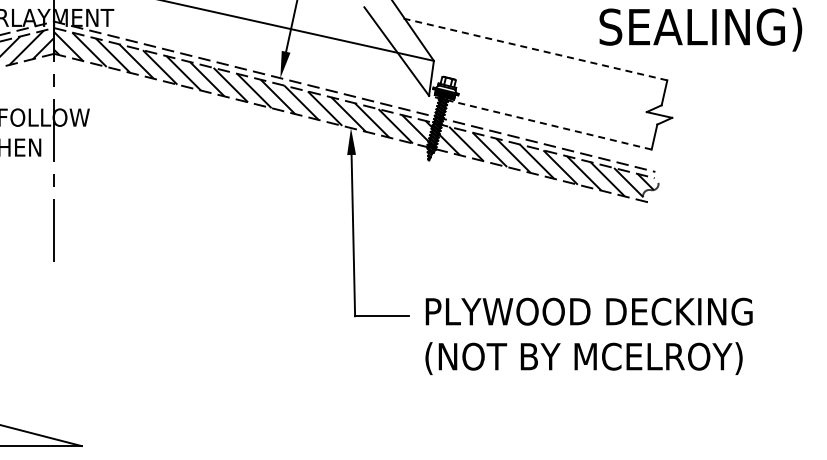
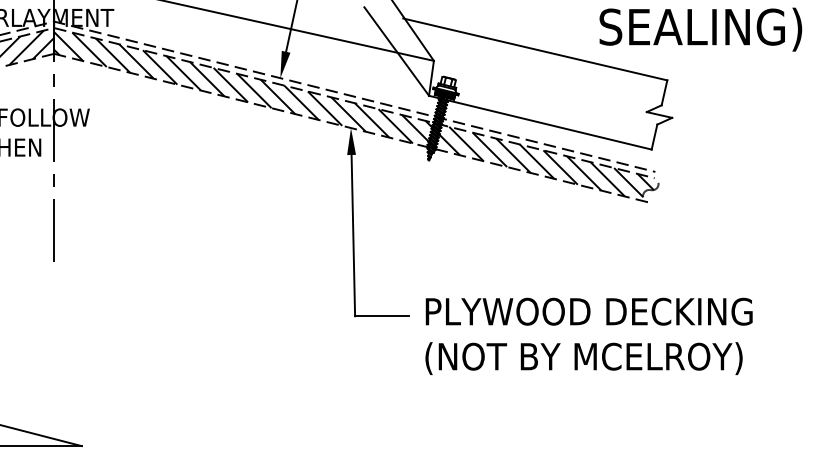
line at (535, 49): dashed -> solid
line at (540, 122): dashed -> solid
